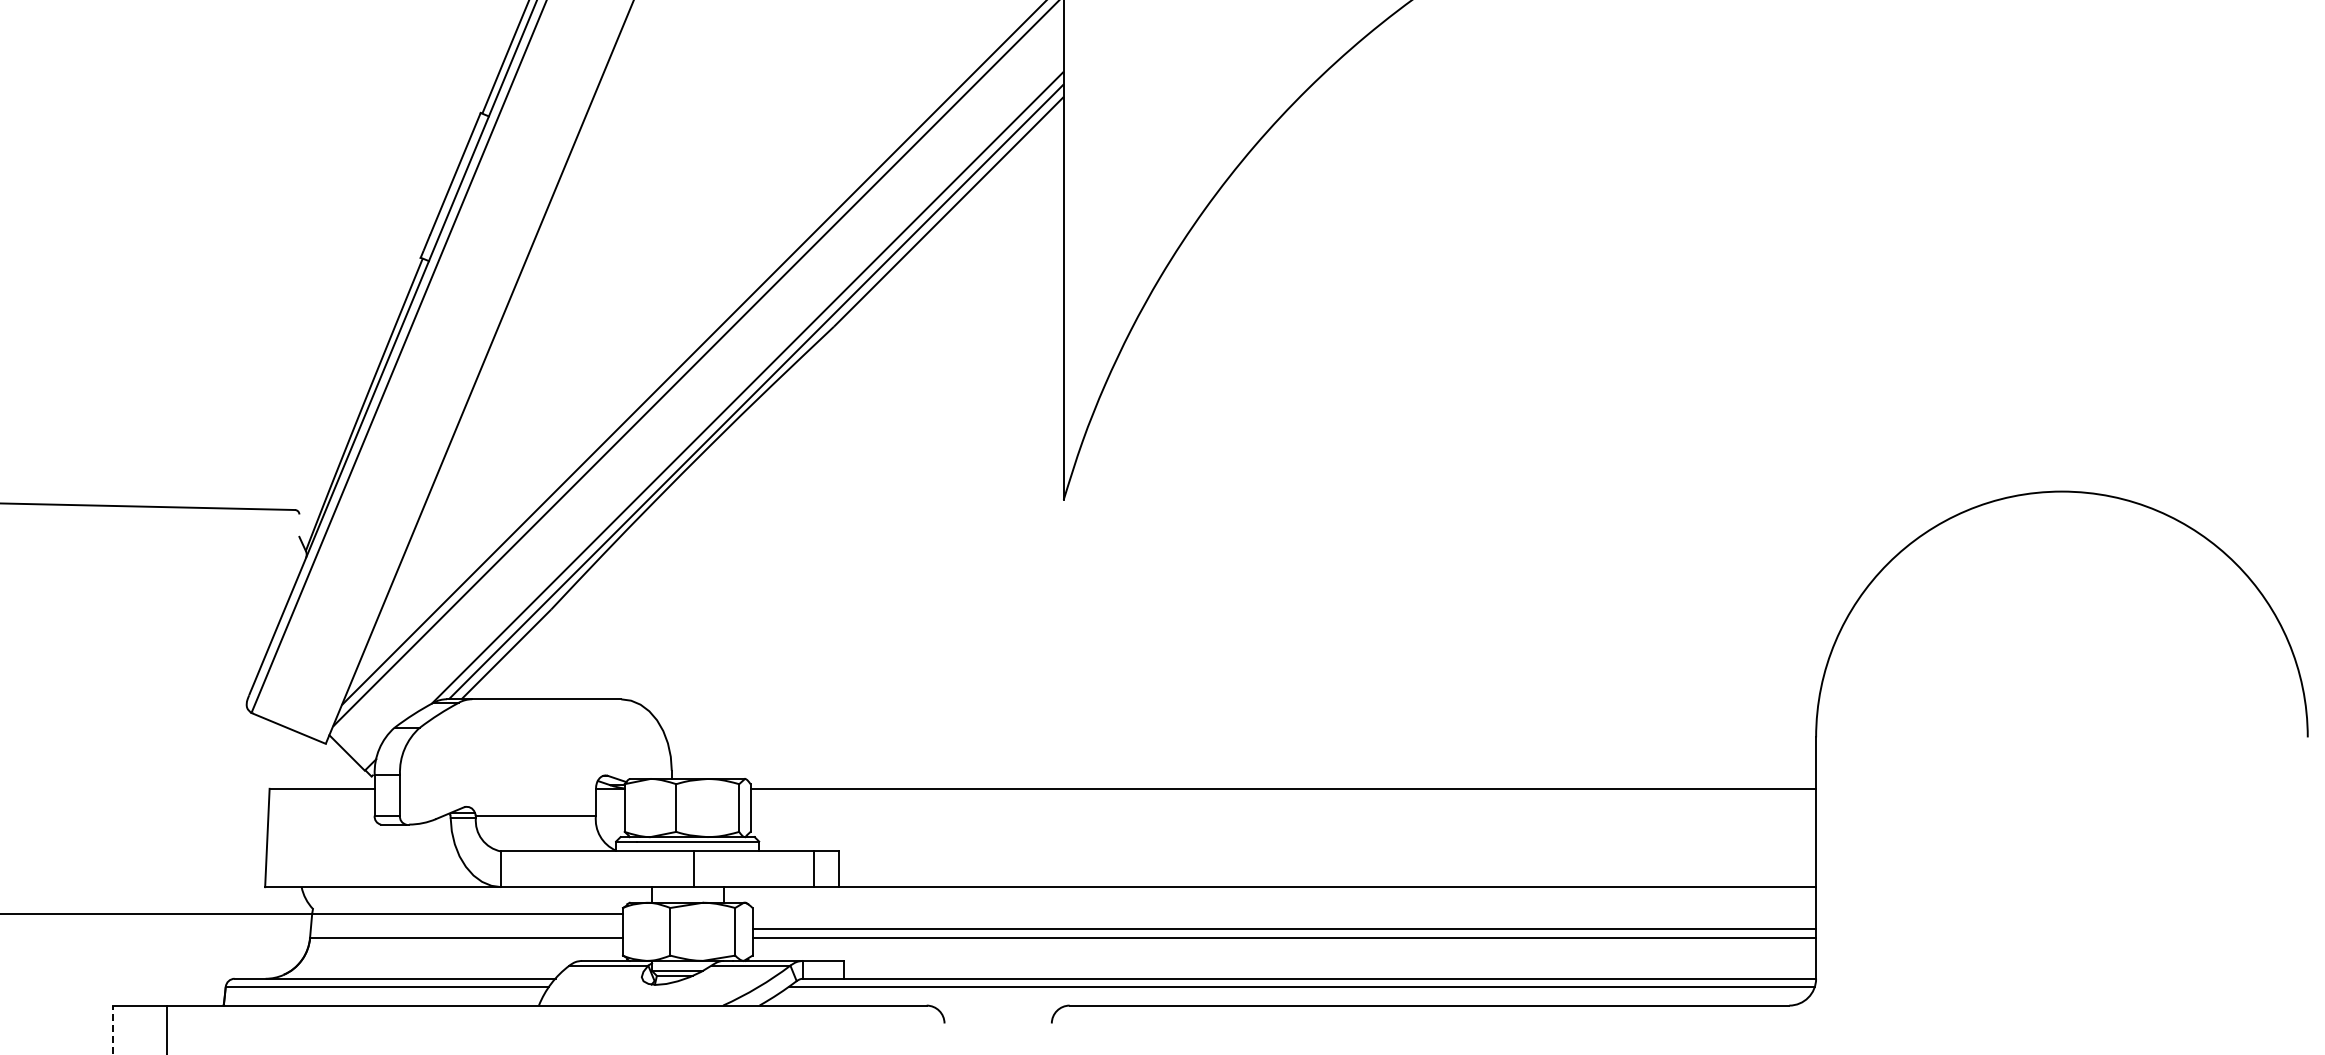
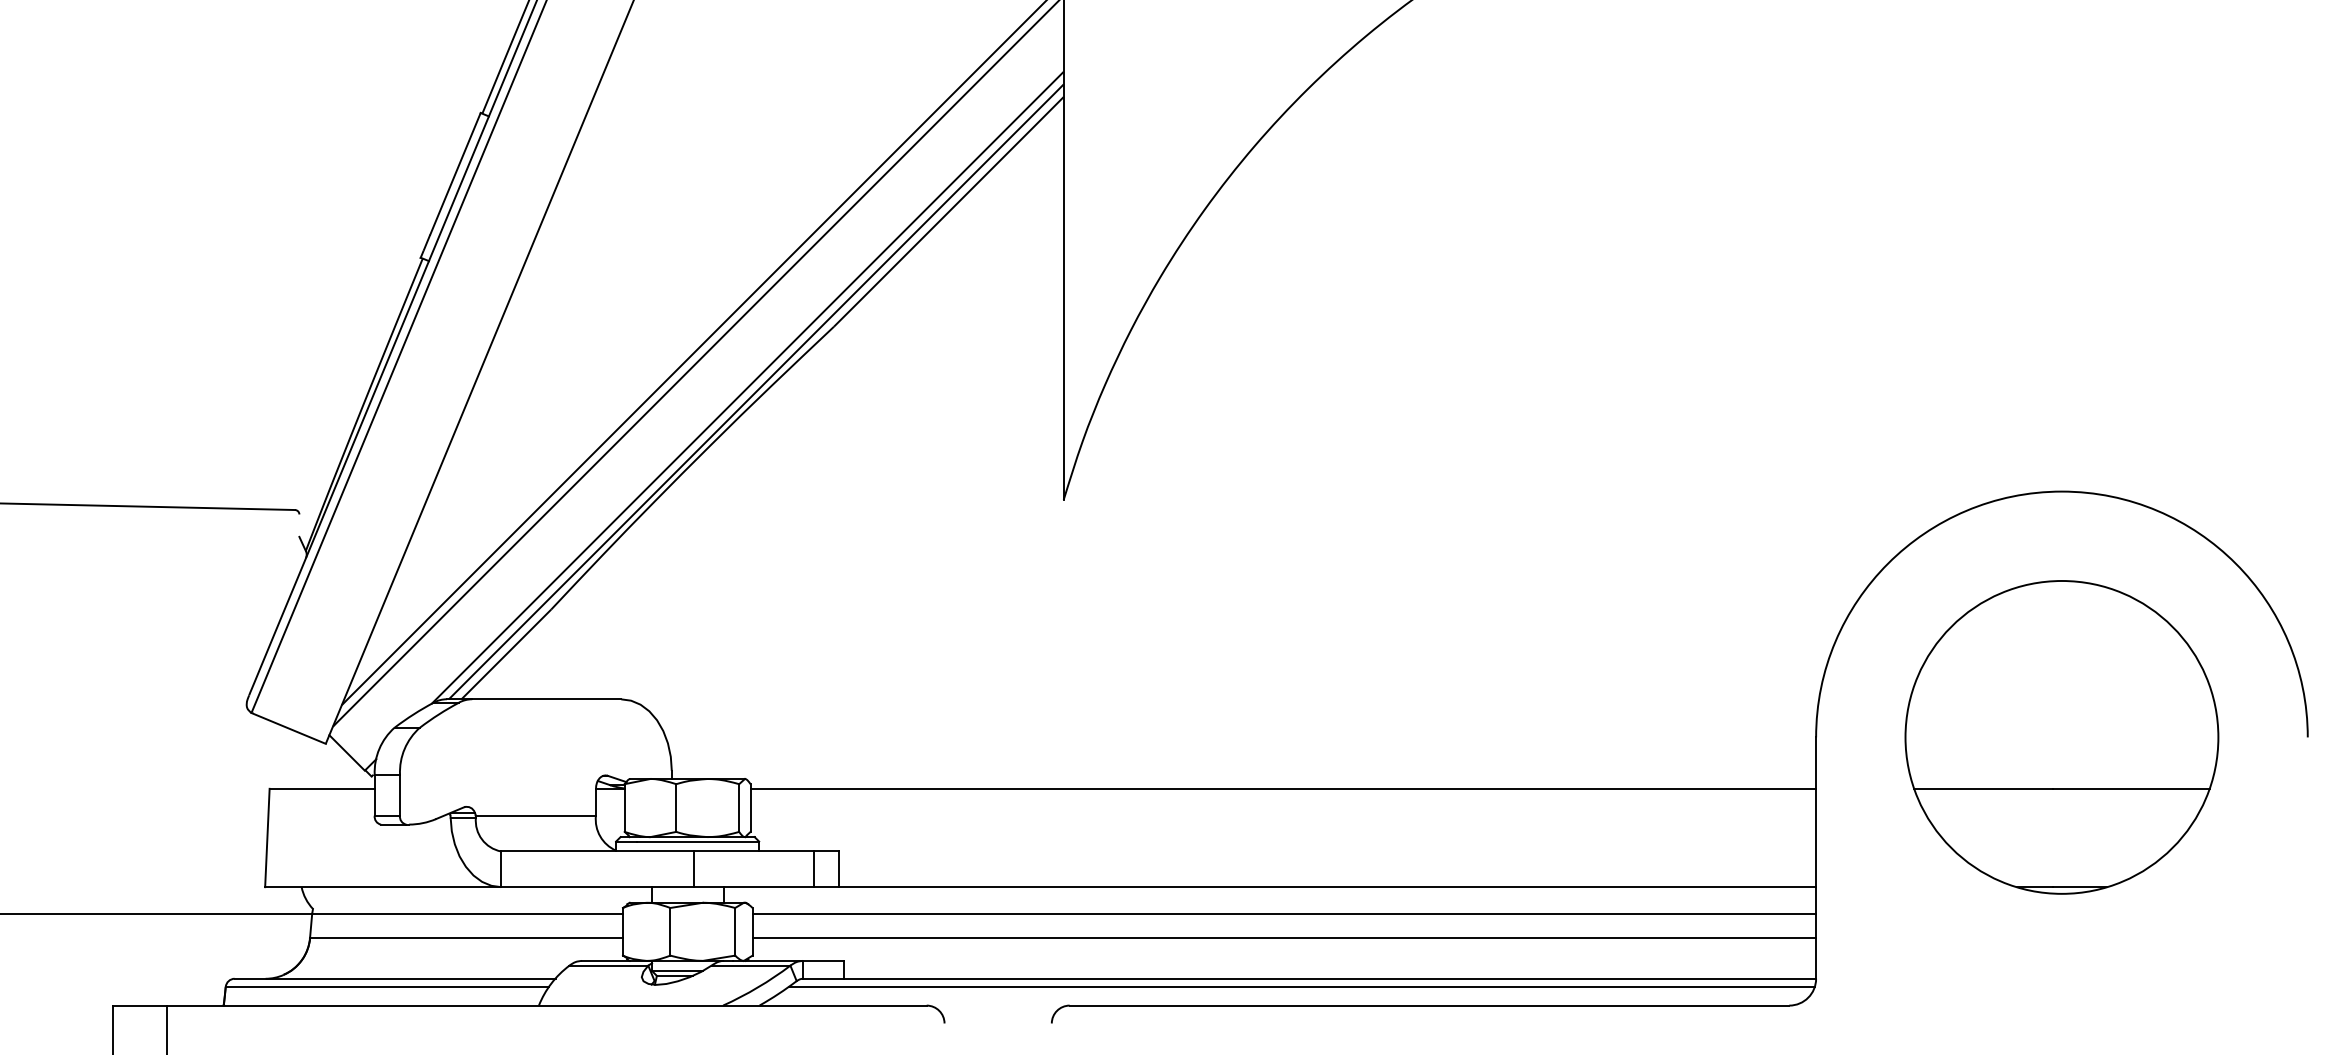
part at (2061, 737): none -> present
line at (1284, 928) position: (1284, 928) -> (1284, 913)
line at (113, 1030): dashed -> solid
